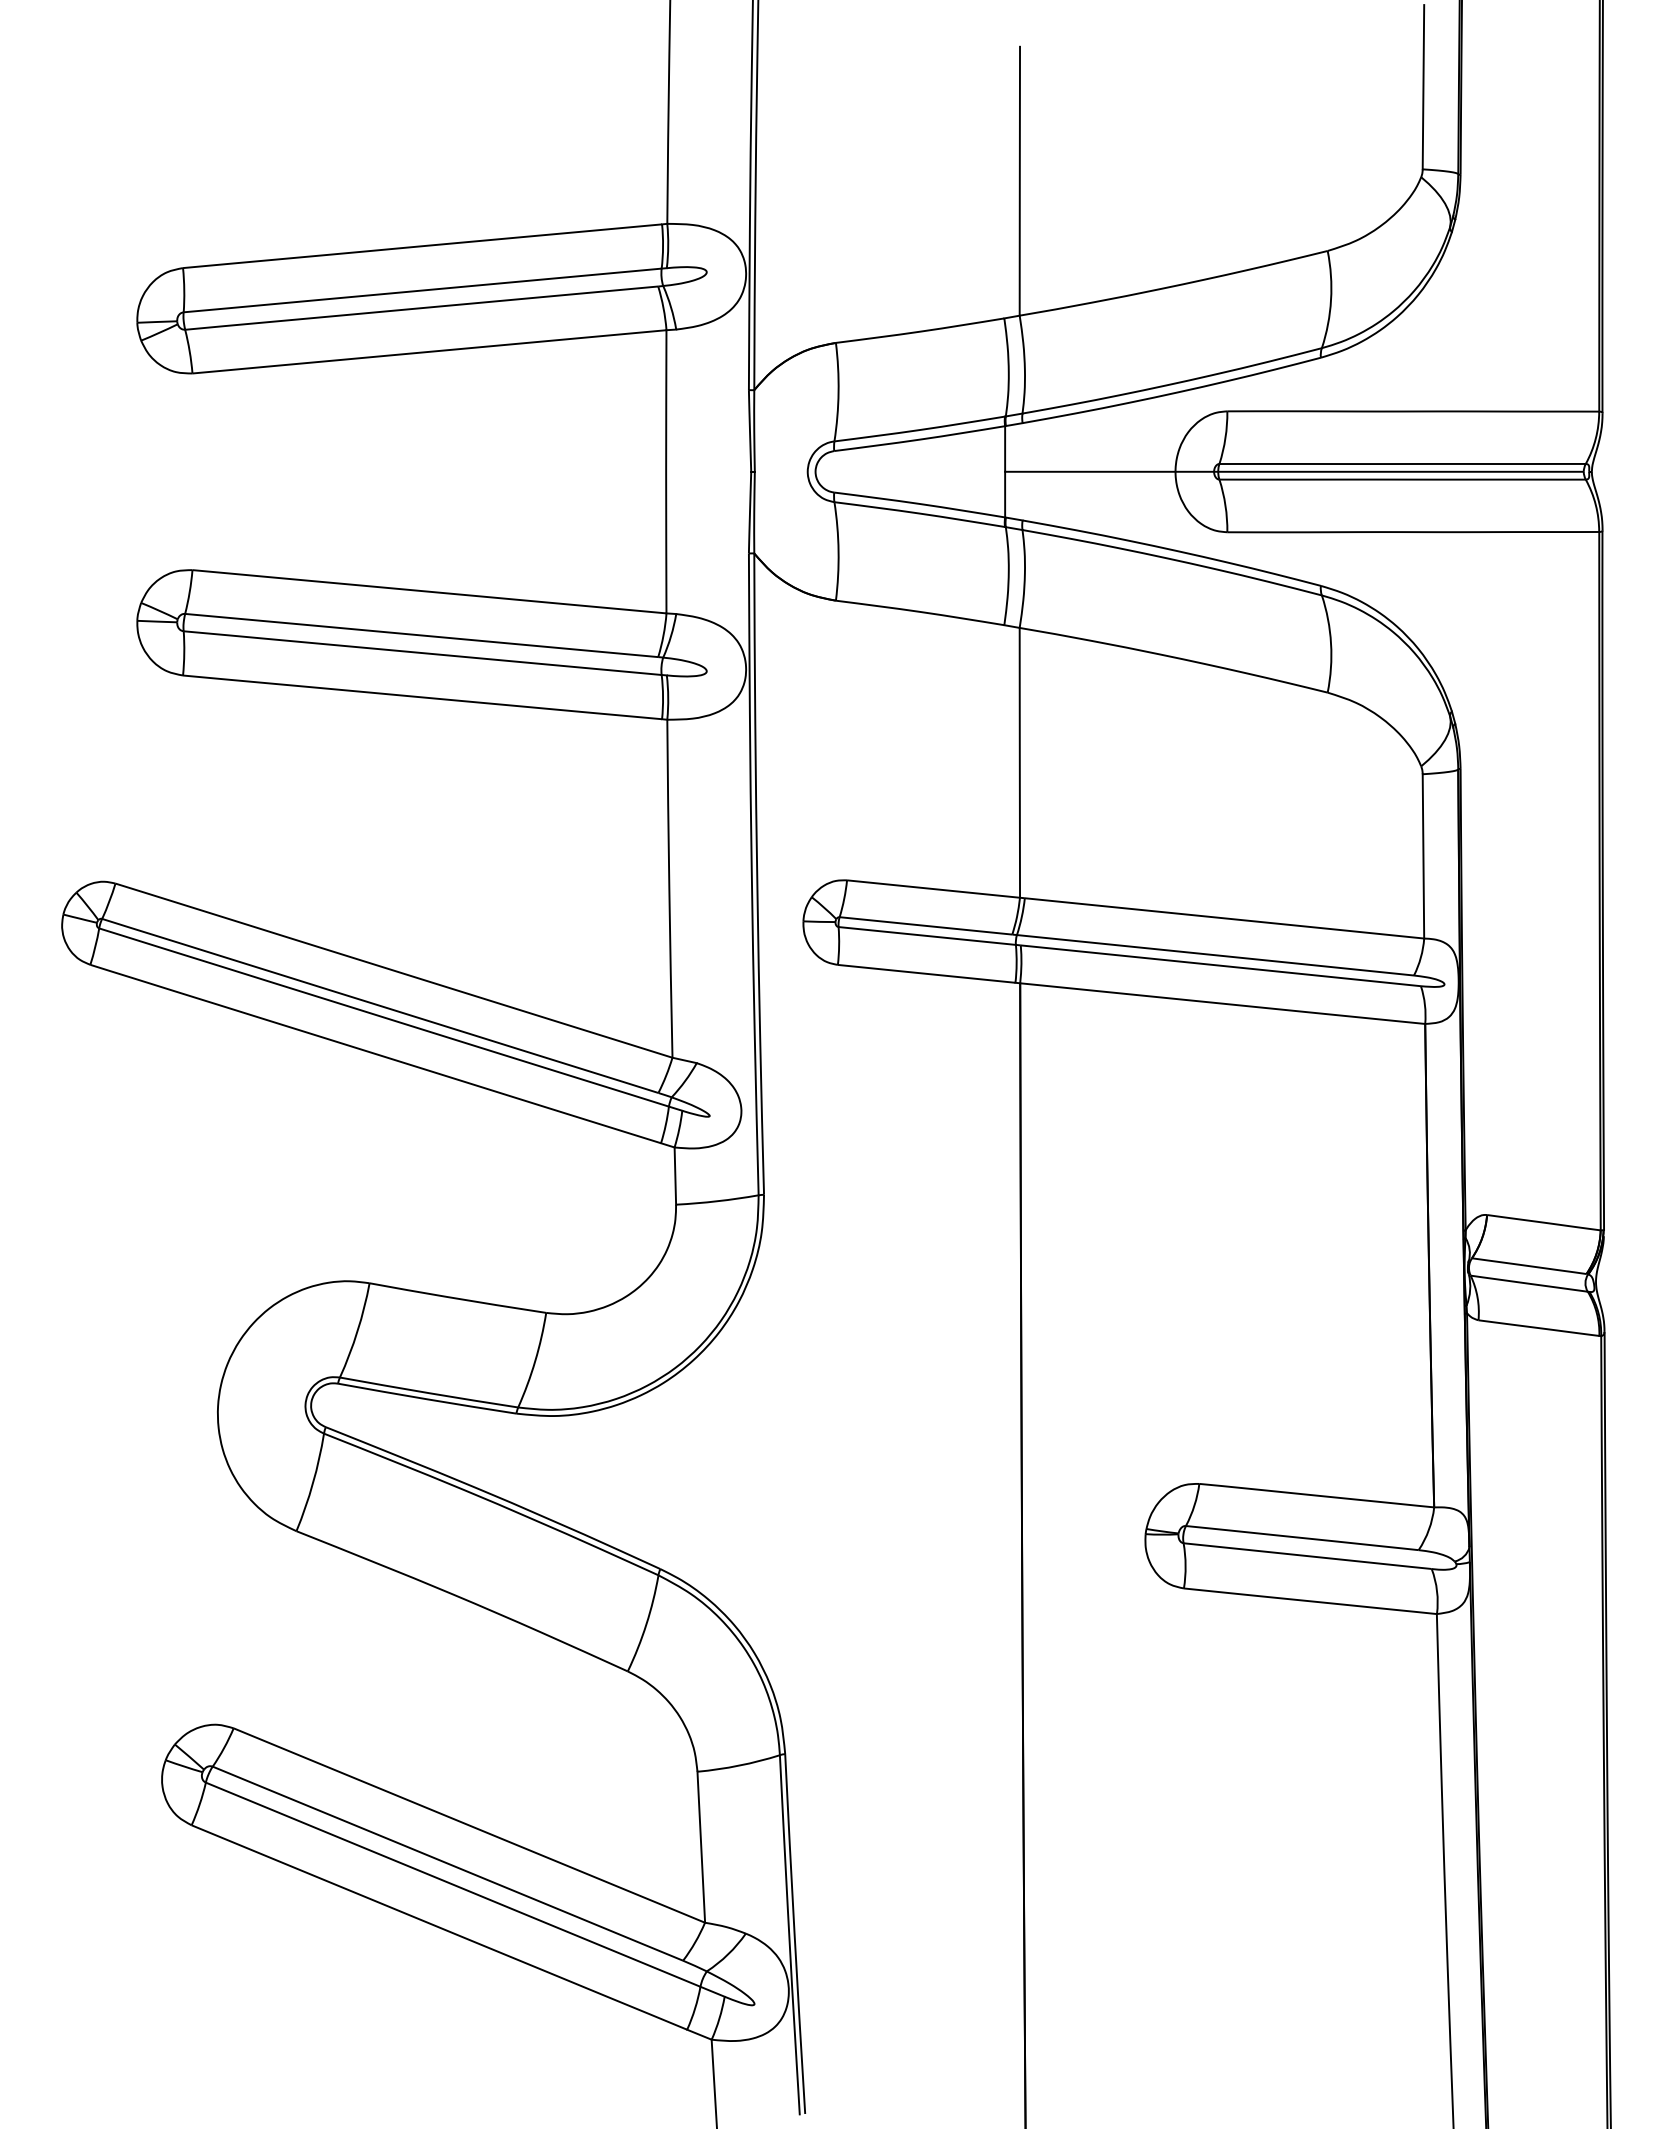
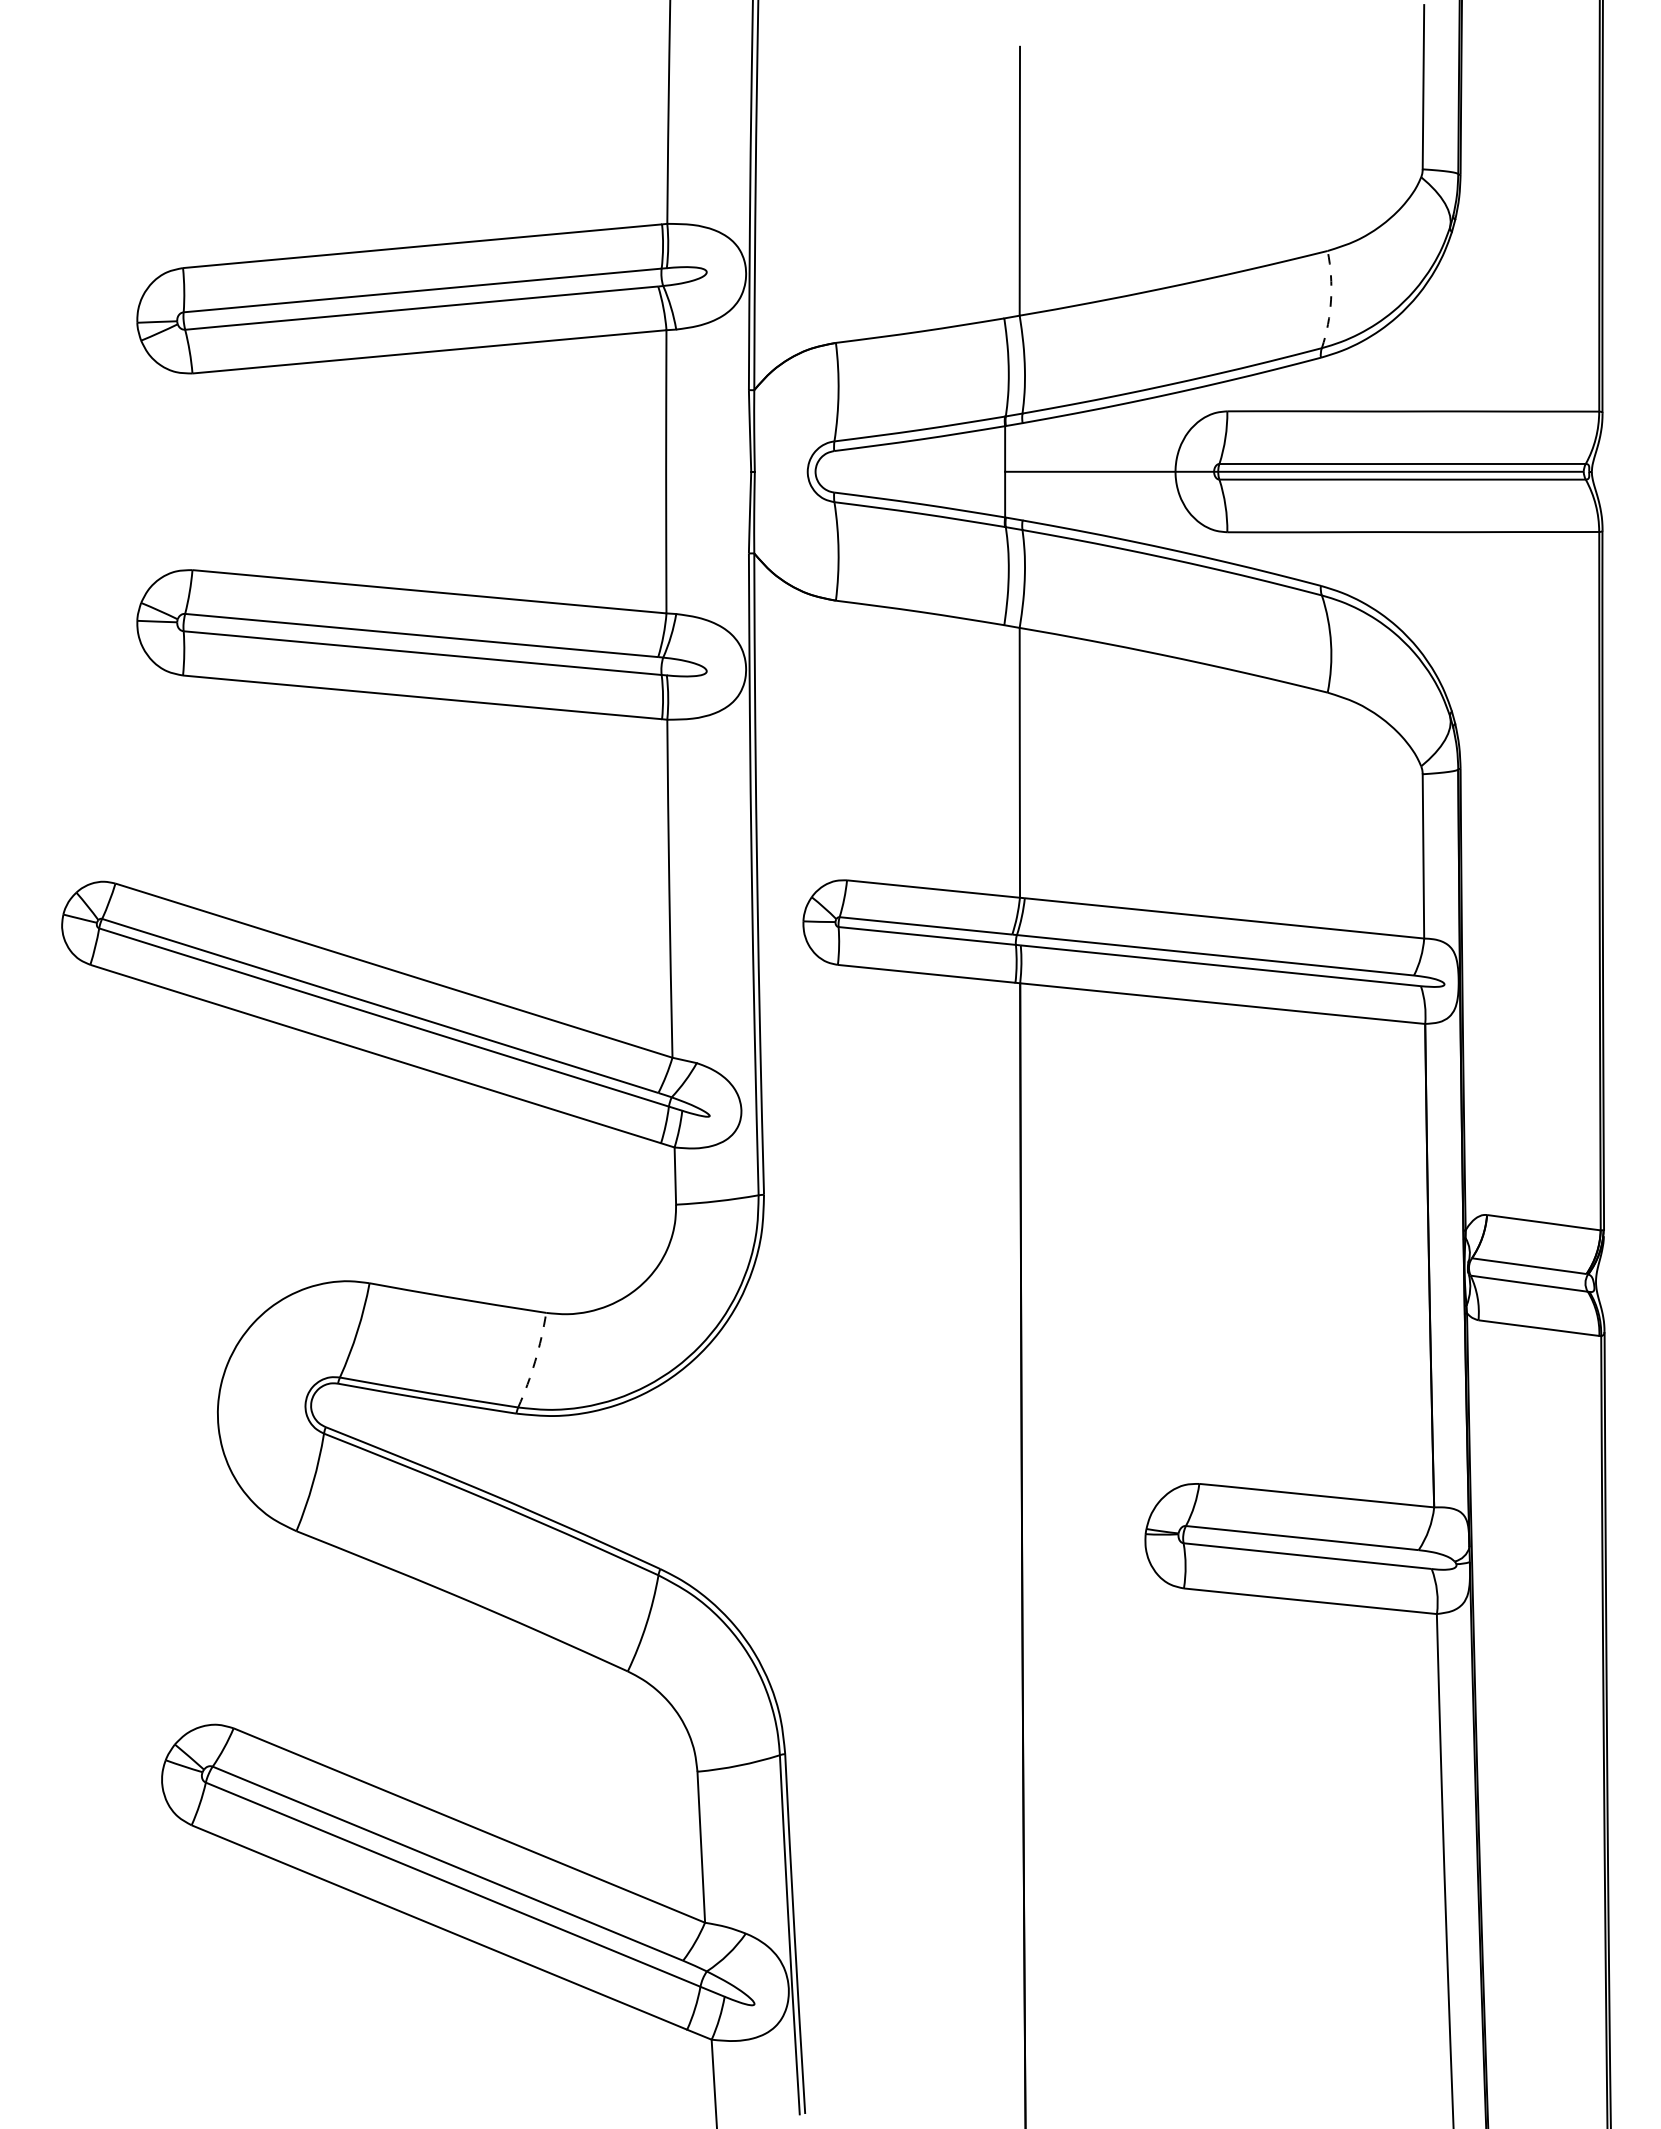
arc at (1331, 299): solid -> dashed
arc at (535, 1361): solid -> dashed
